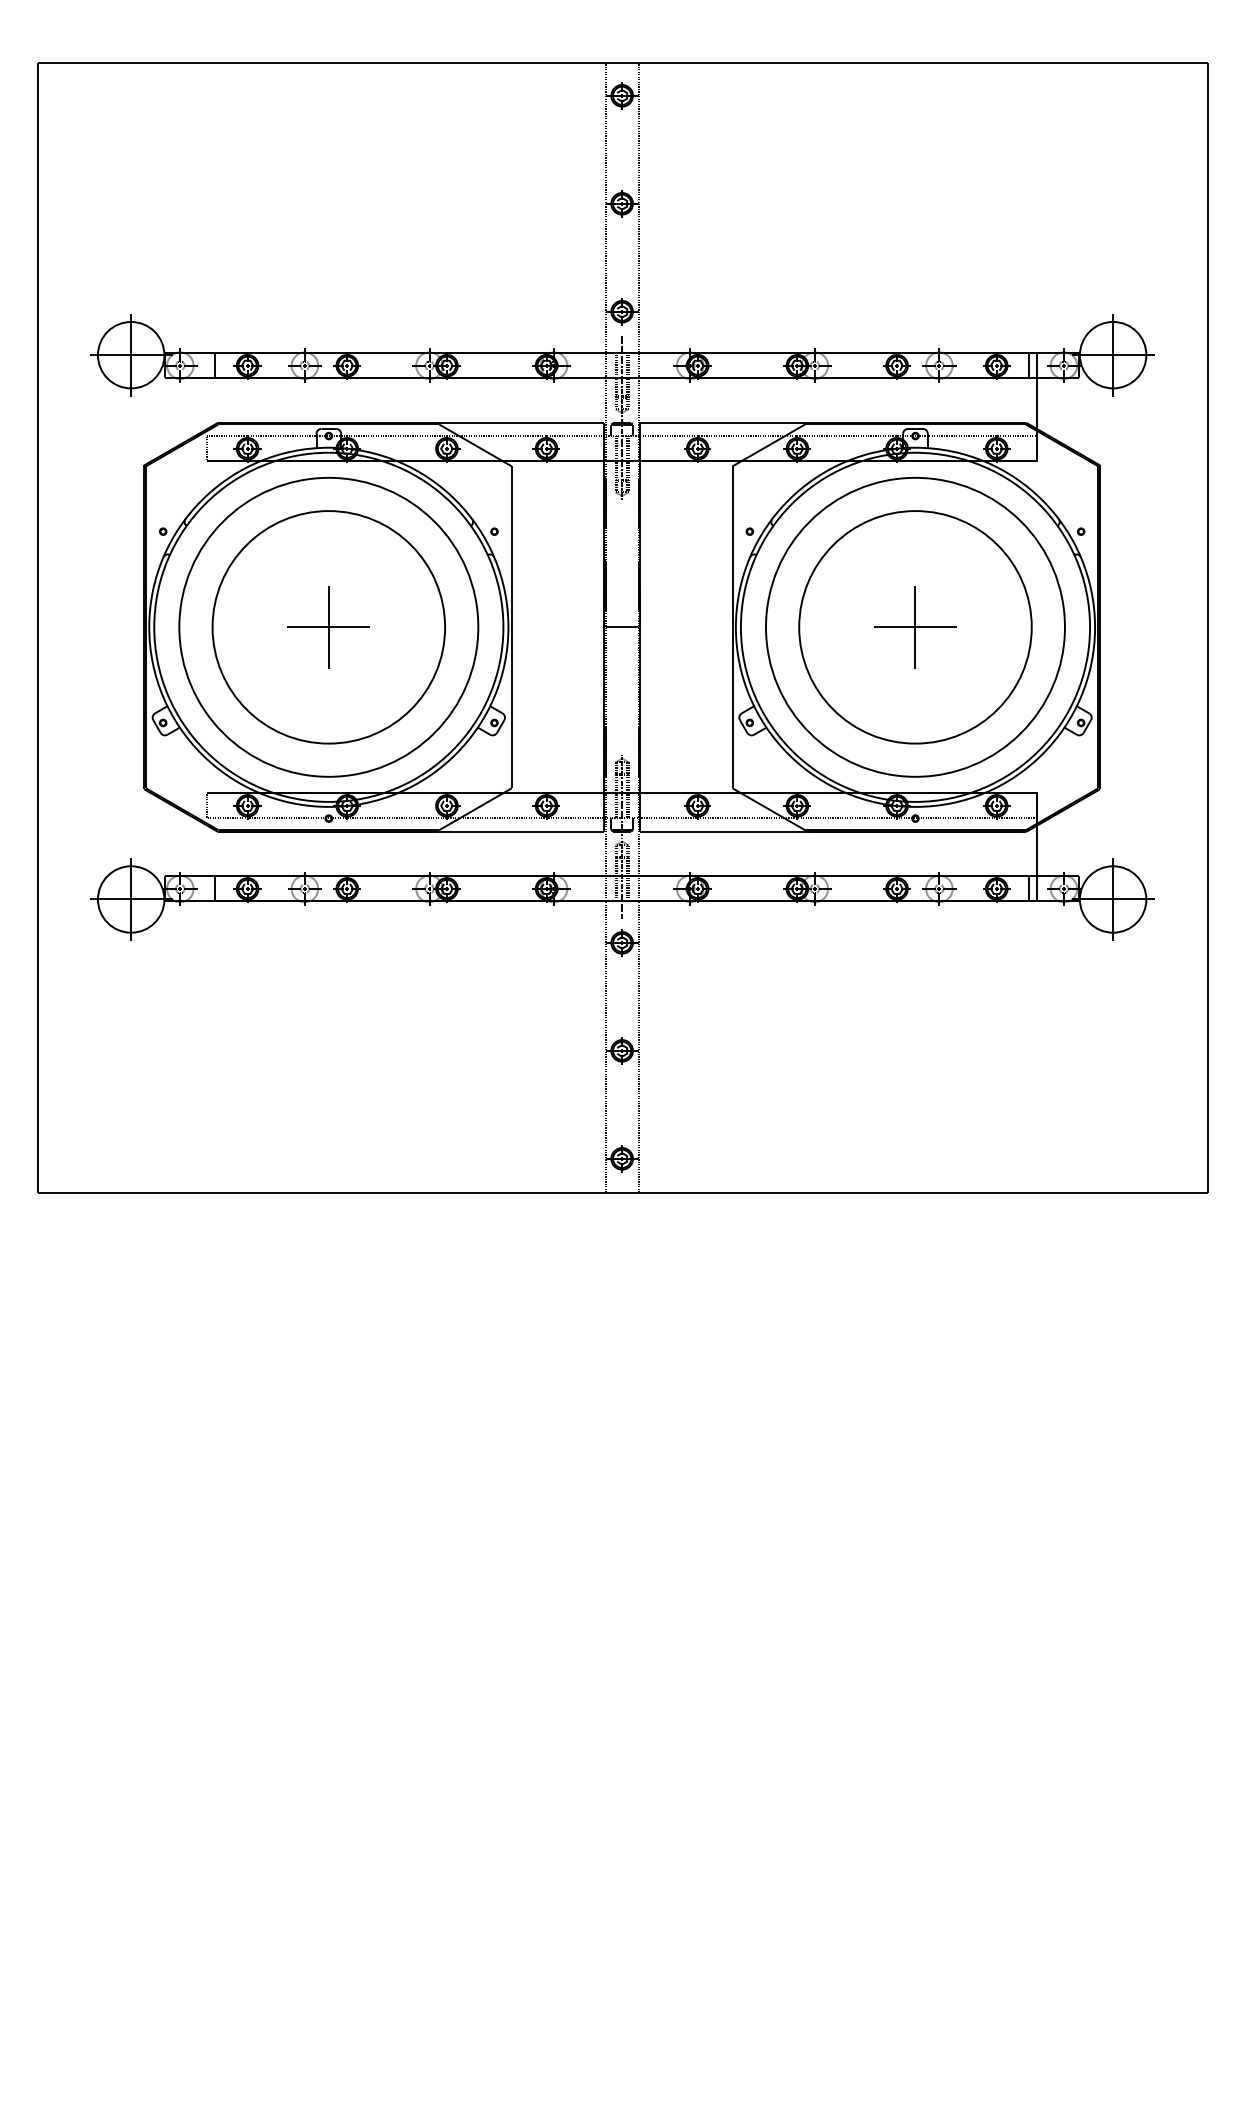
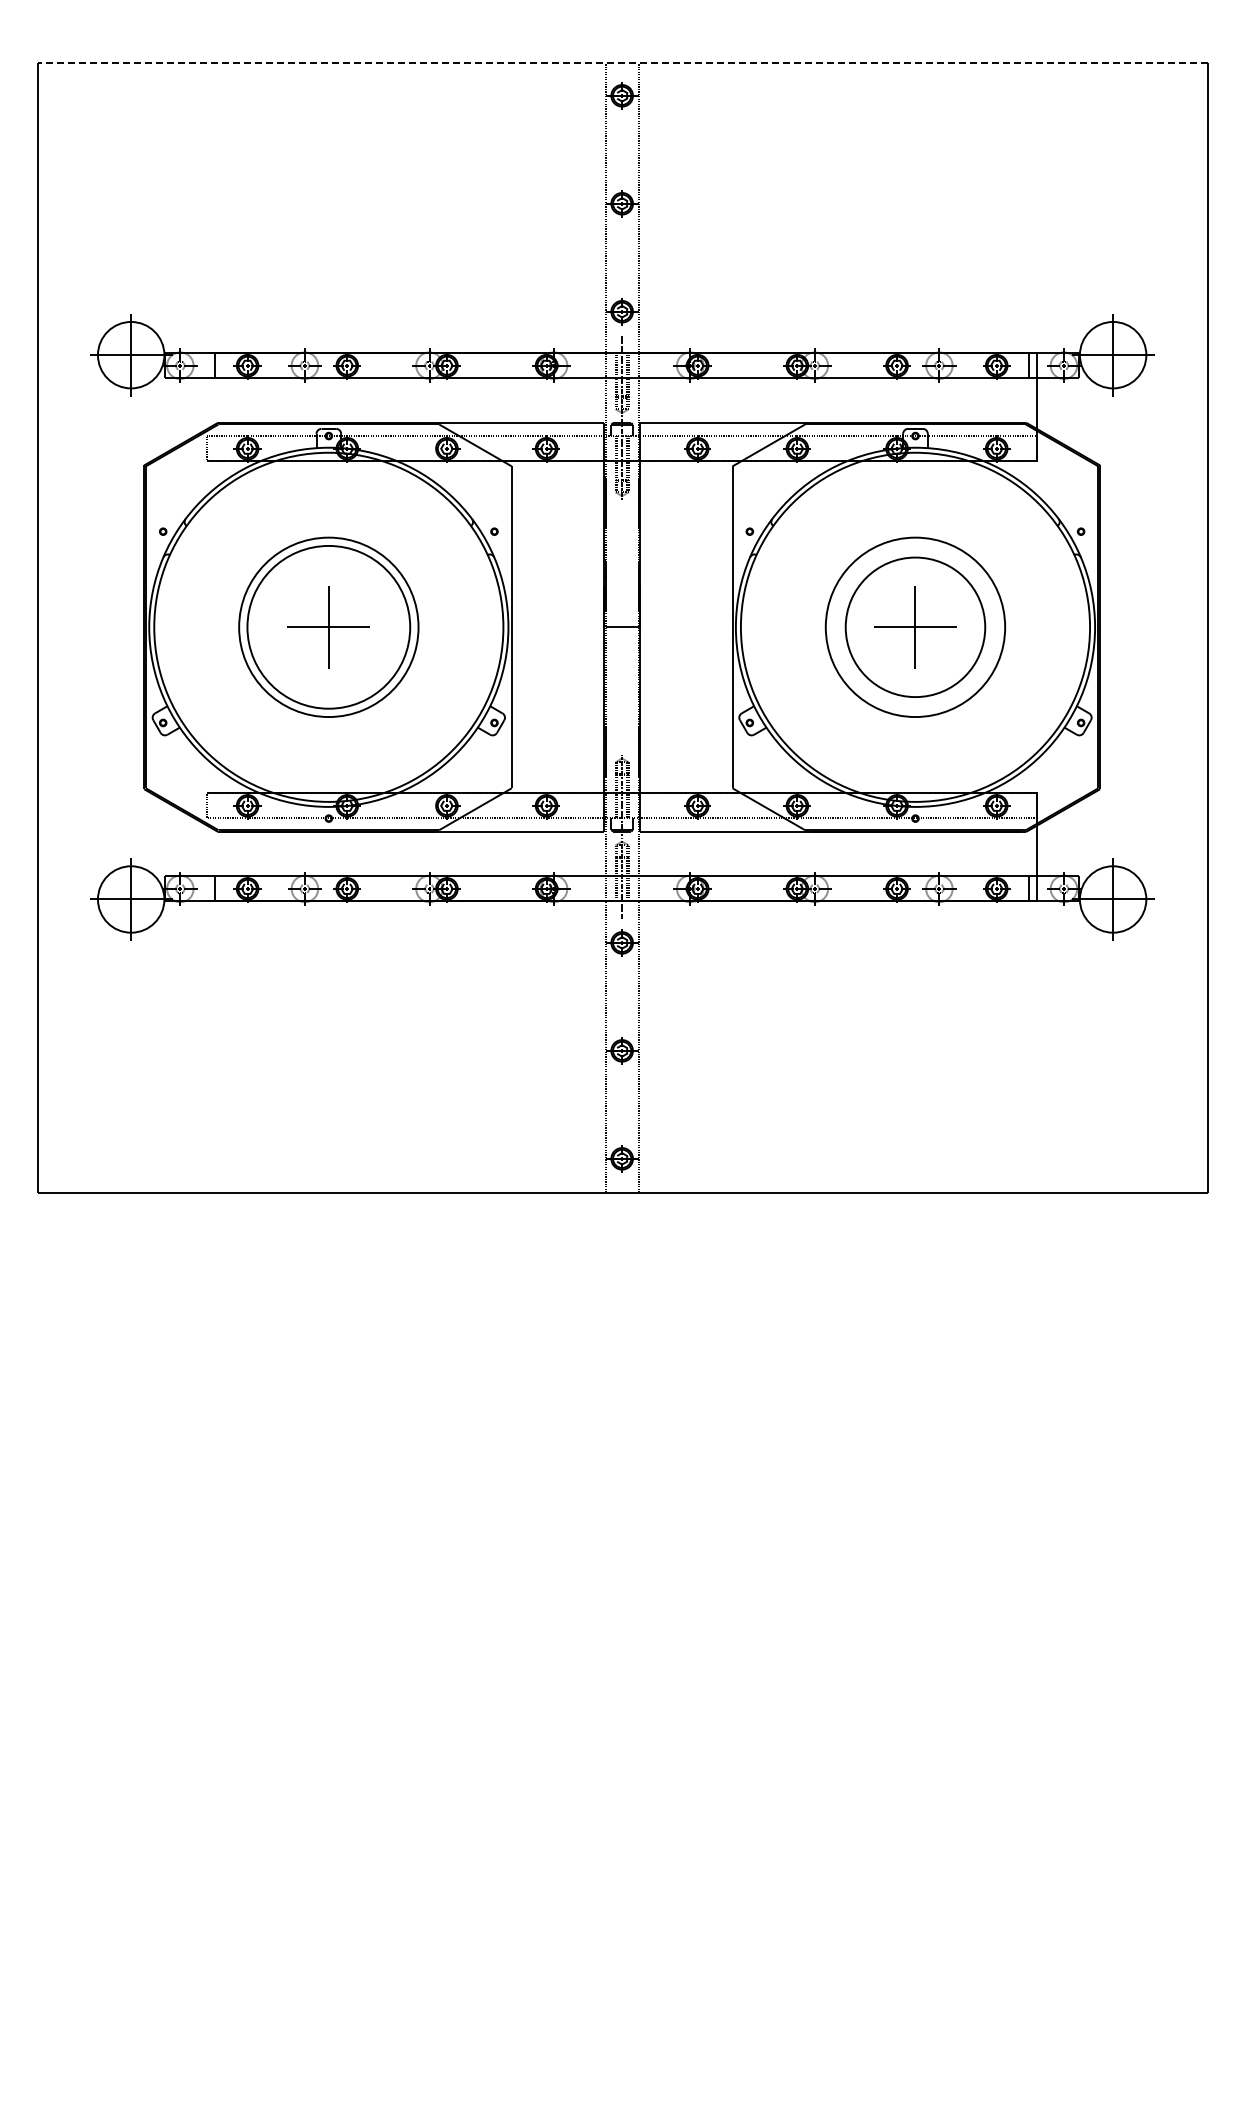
line at (622, 63): solid -> dashed
circle at (328, 626) diameter: 299 px -> 179 px
circle at (915, 626) diameter: 299 px -> 179 px
circle at (328, 627) diameter: 233 px -> 163 px
circle at (915, 627) diameter: 233 px -> 140 px
